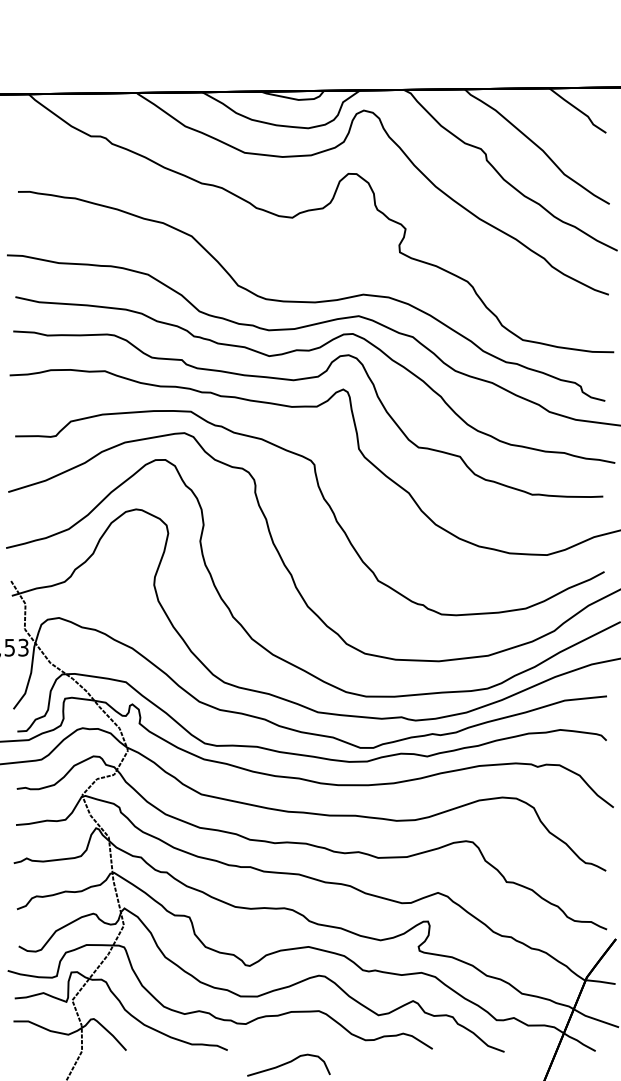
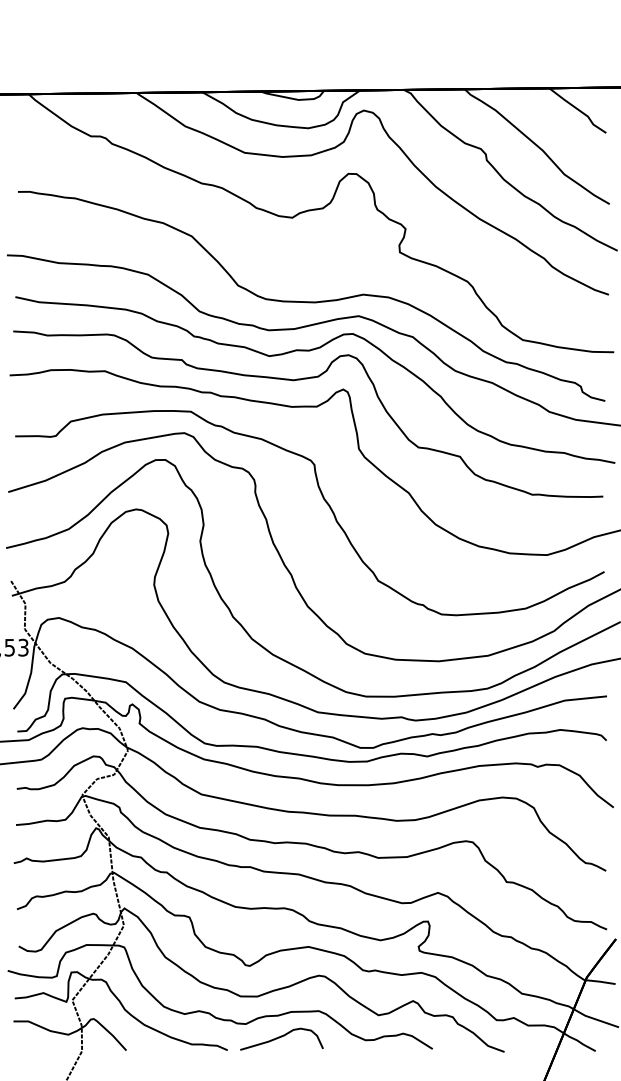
curve at (288, 1063) position: (288, 1063) -> (281, 1037)
